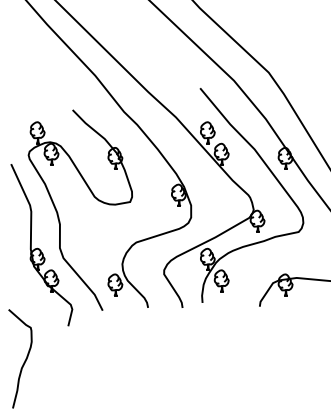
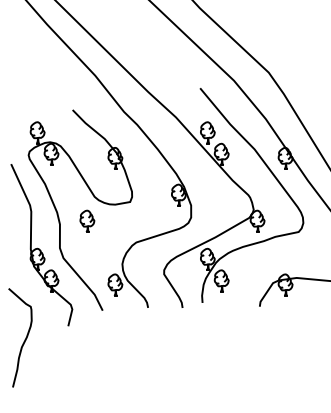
part at (87, 220): none -> present
curve at (24, 360) position: (24, 360) -> (24, 339)
